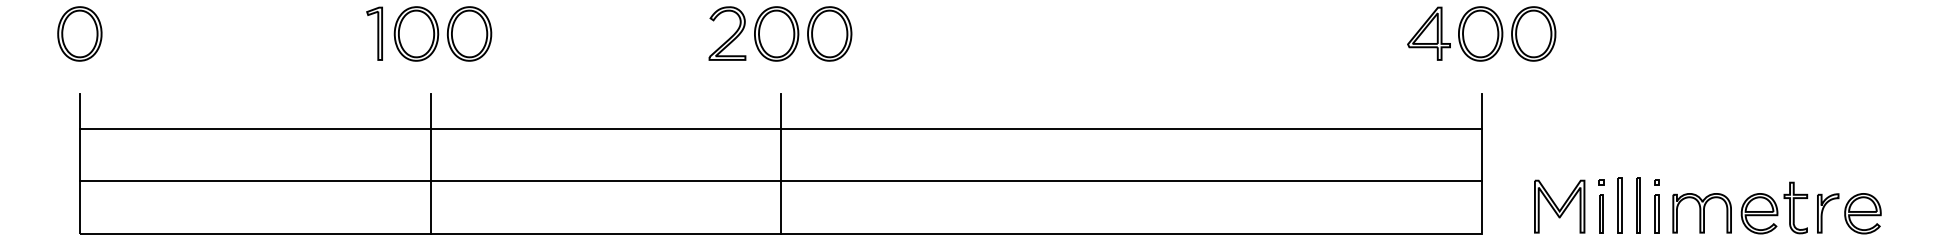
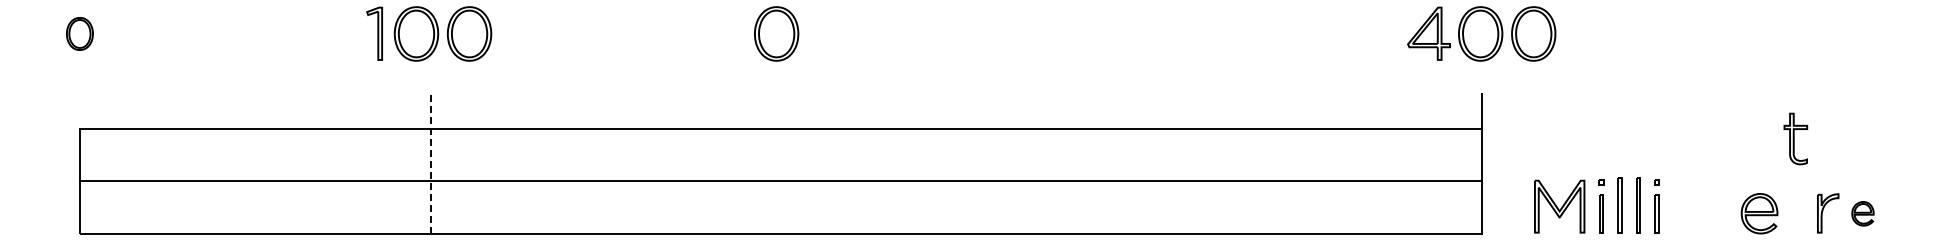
part at (79, 33) size: 46x56 px -> 28x34 px
part at (727, 33): present -> none
part at (829, 33): present -> none
line at (79, 110): present -> none
line at (430, 163): solid -> dashed
line at (781, 163): present -> none
part at (1795, 207) position: (1795, 207) -> (1795, 138)
part at (1701, 213): present -> none
part at (1862, 213) size: 38x42 px -> 24x26 px
